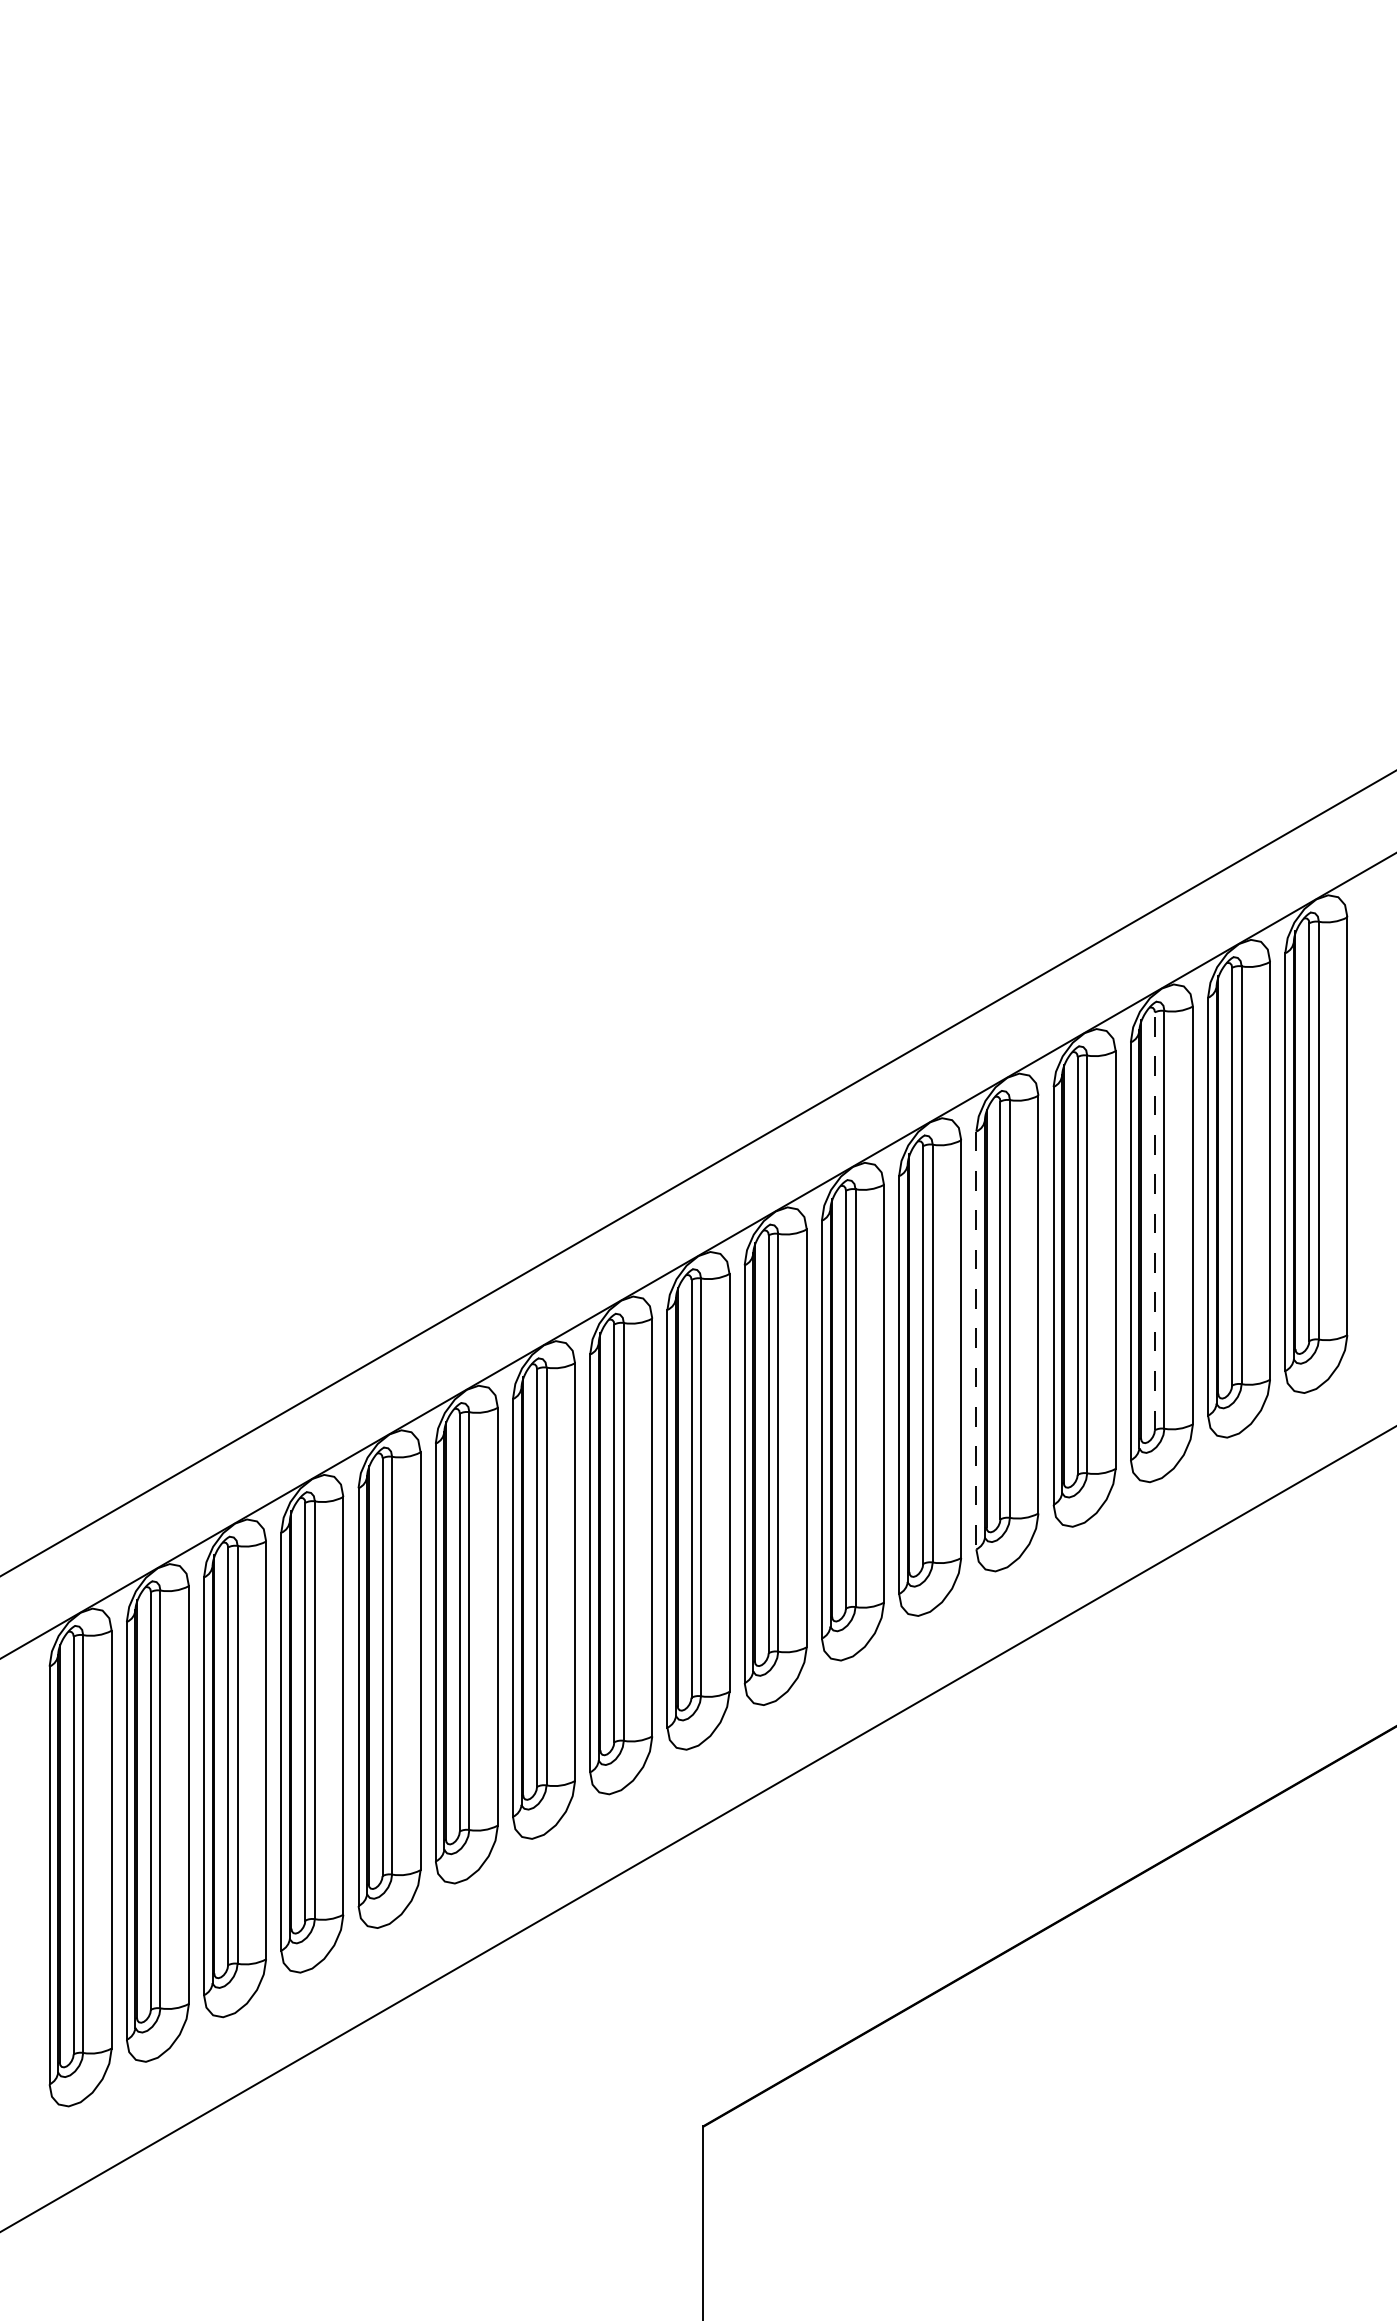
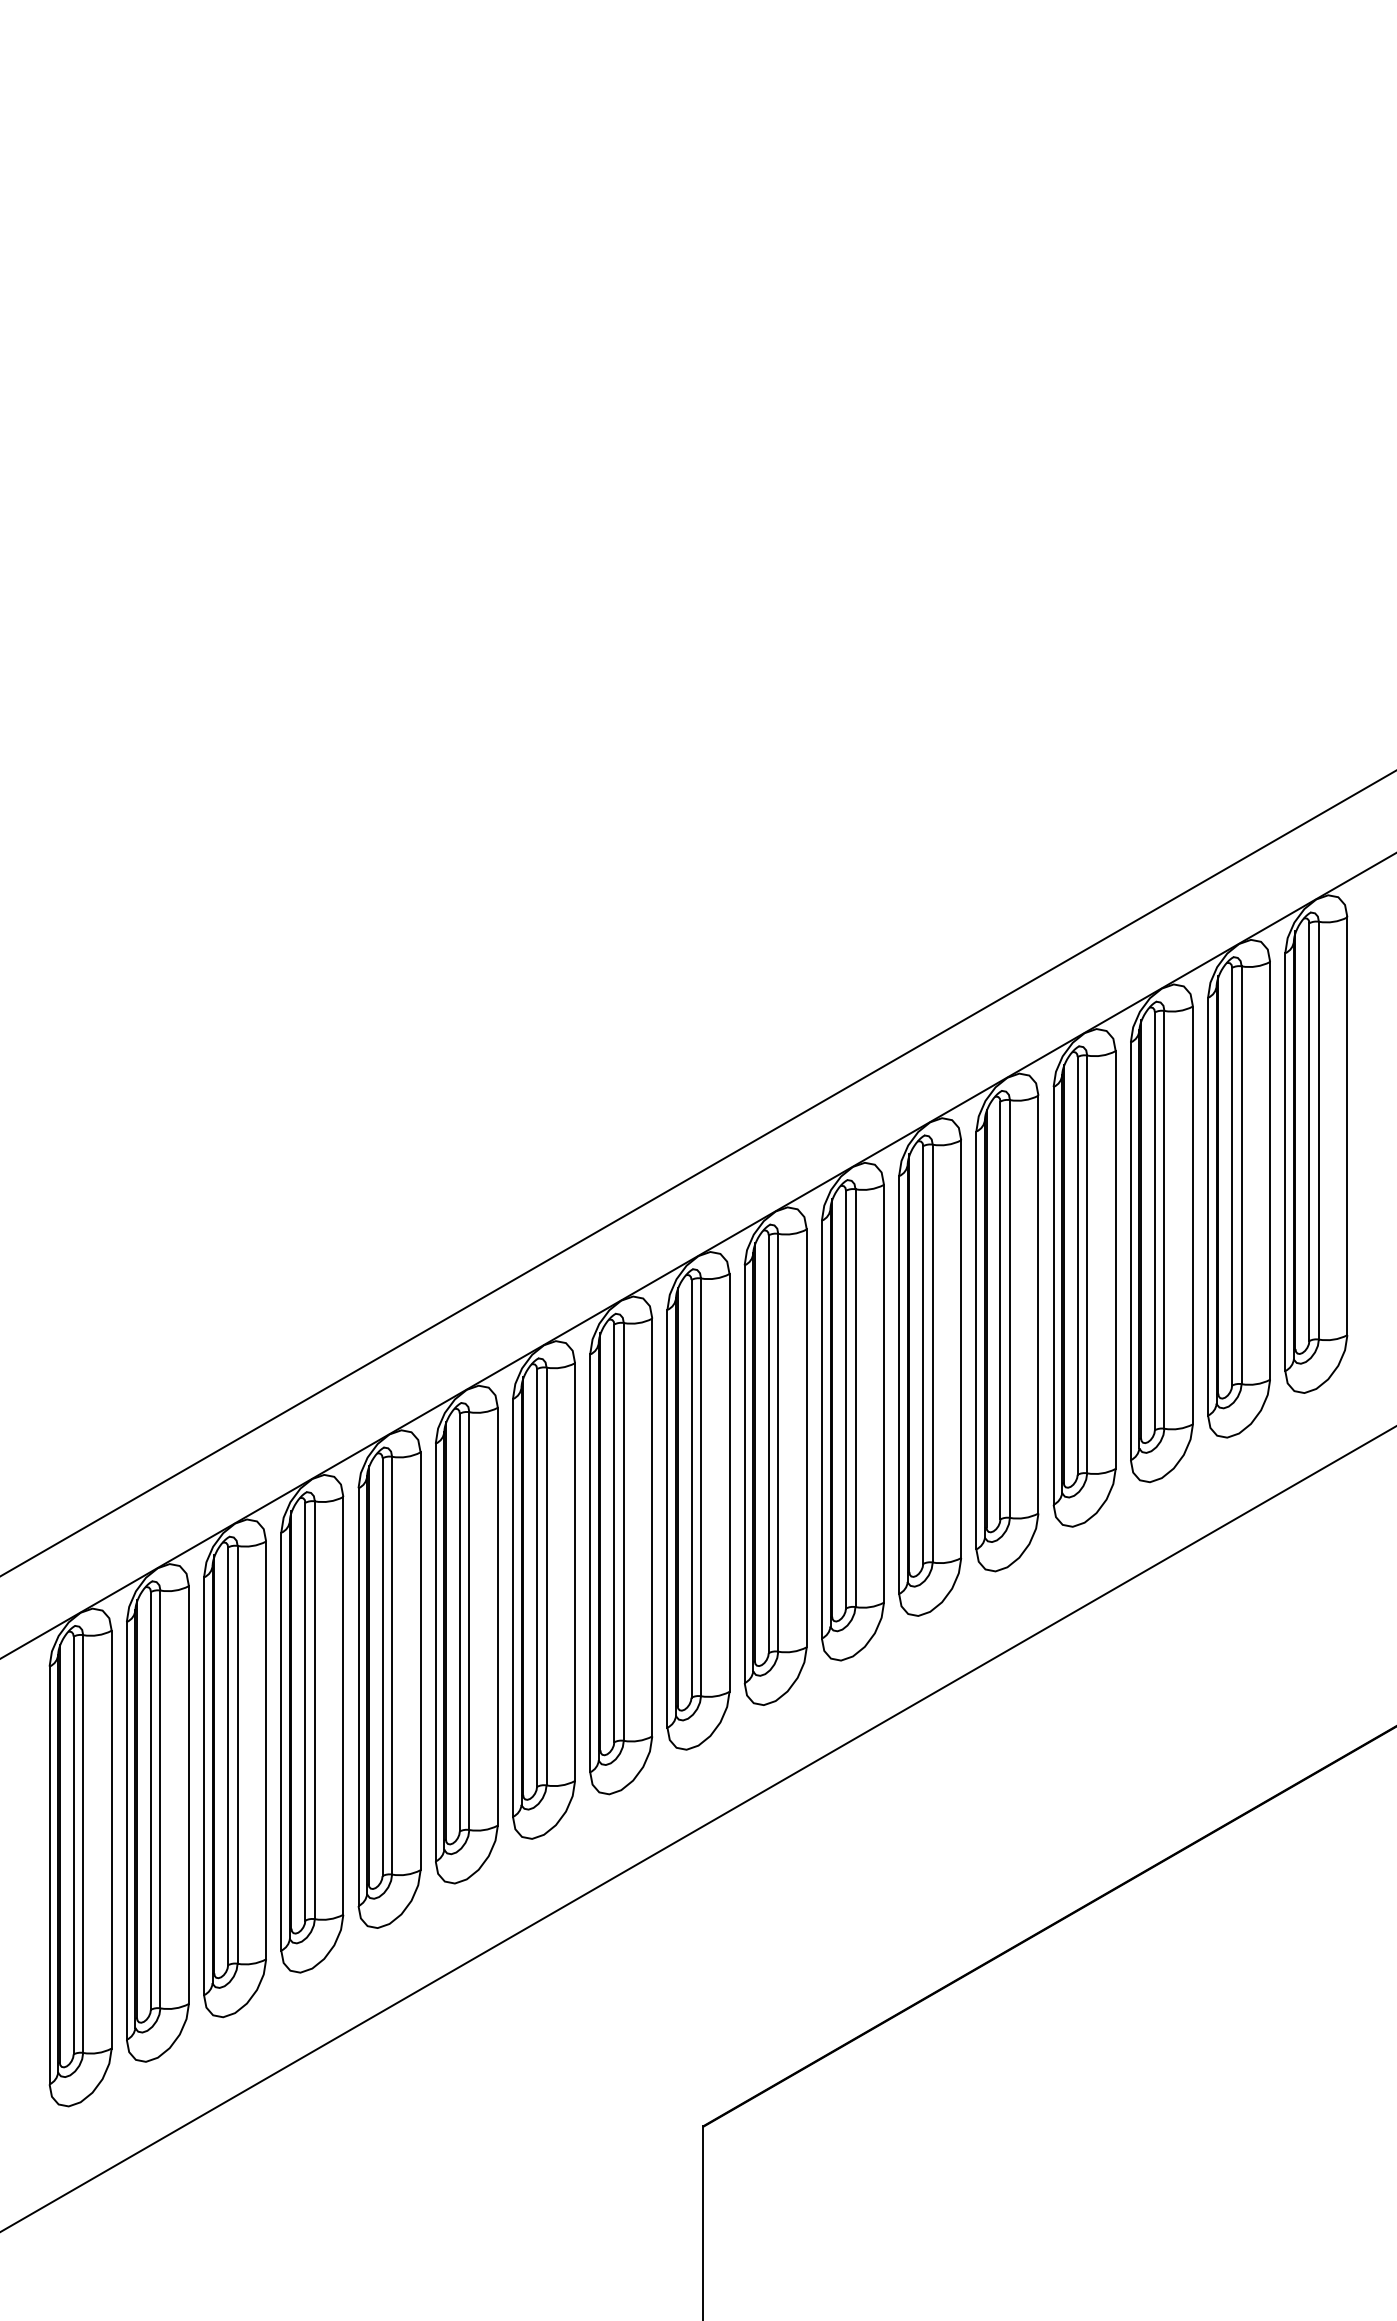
line at (1154, 1221): dashed -> solid
line at (976, 1340): dashed -> solid
